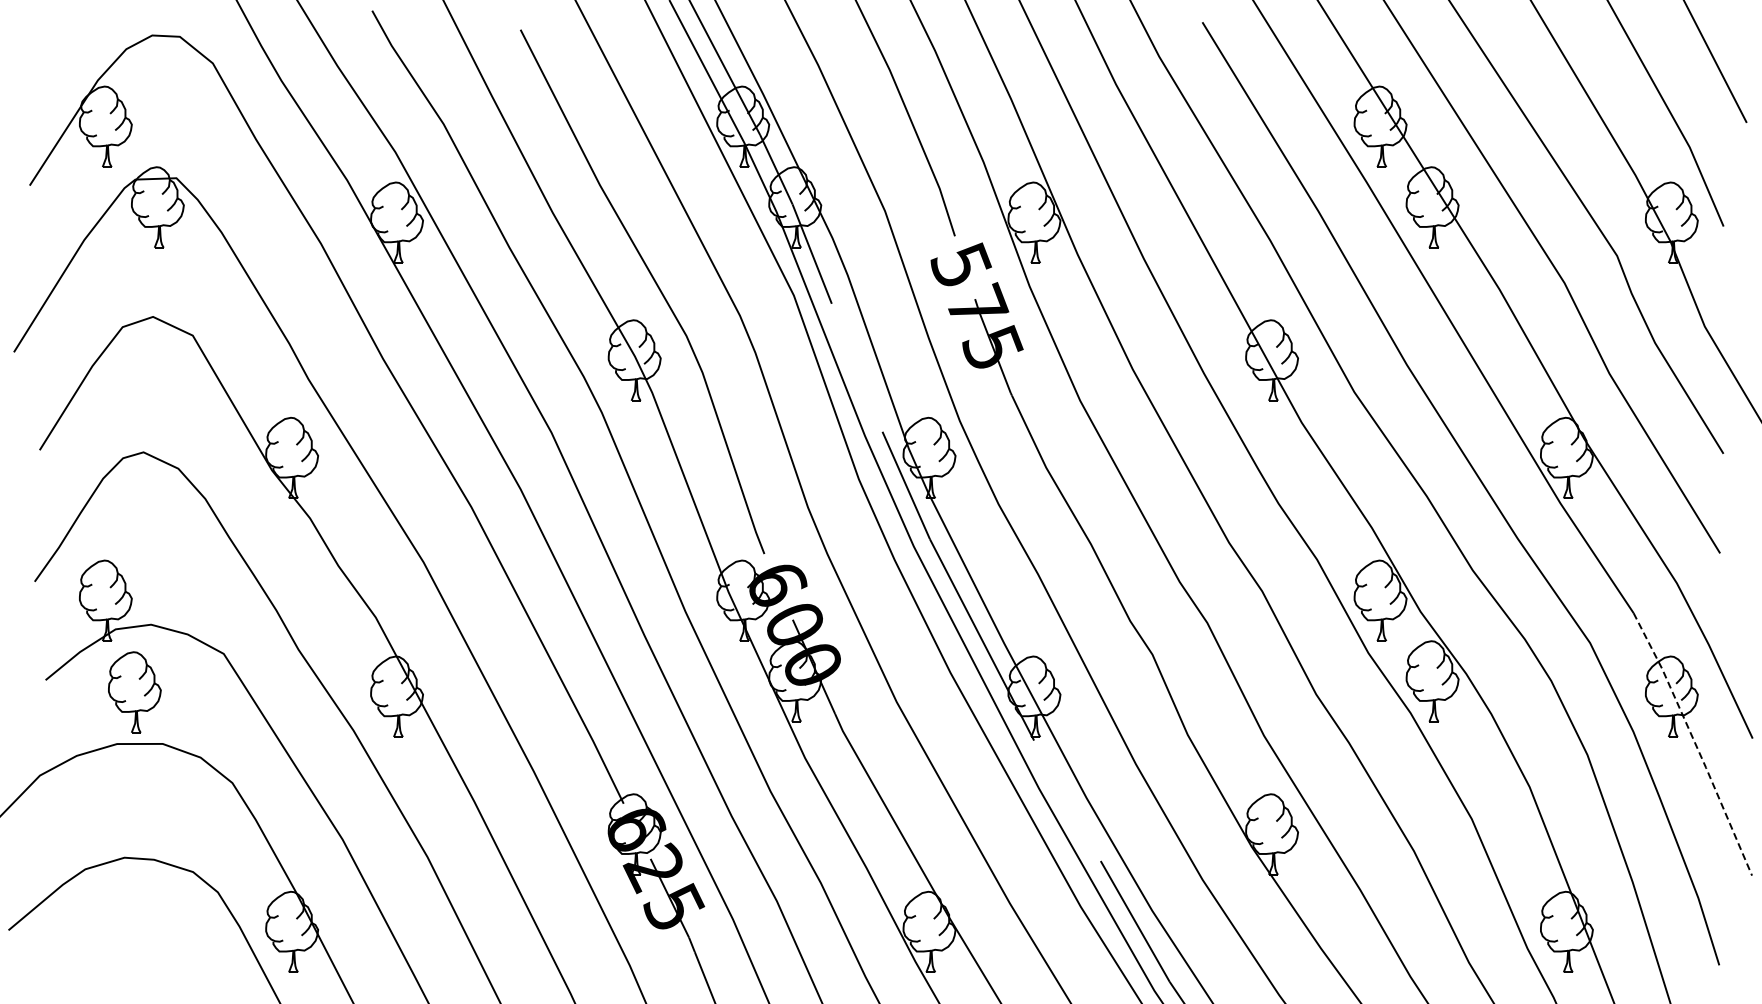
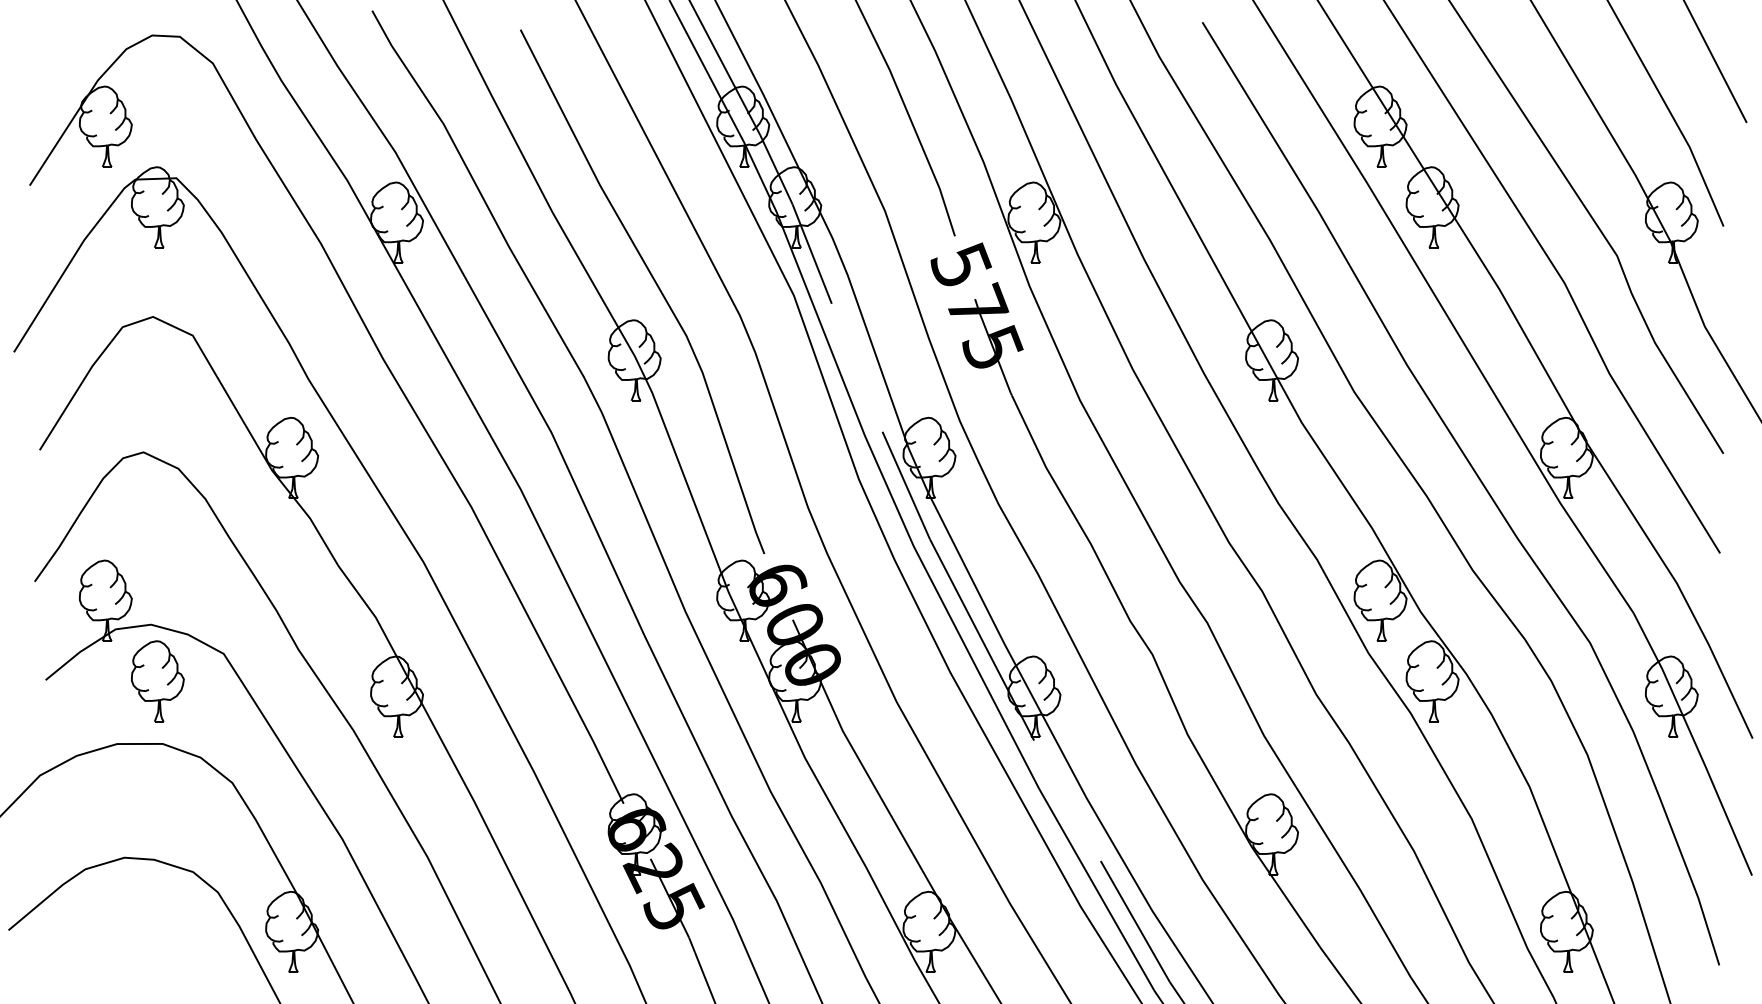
part at (134, 692) position: (134, 692) -> (157, 681)
line at (1695, 743): dashed -> solid
